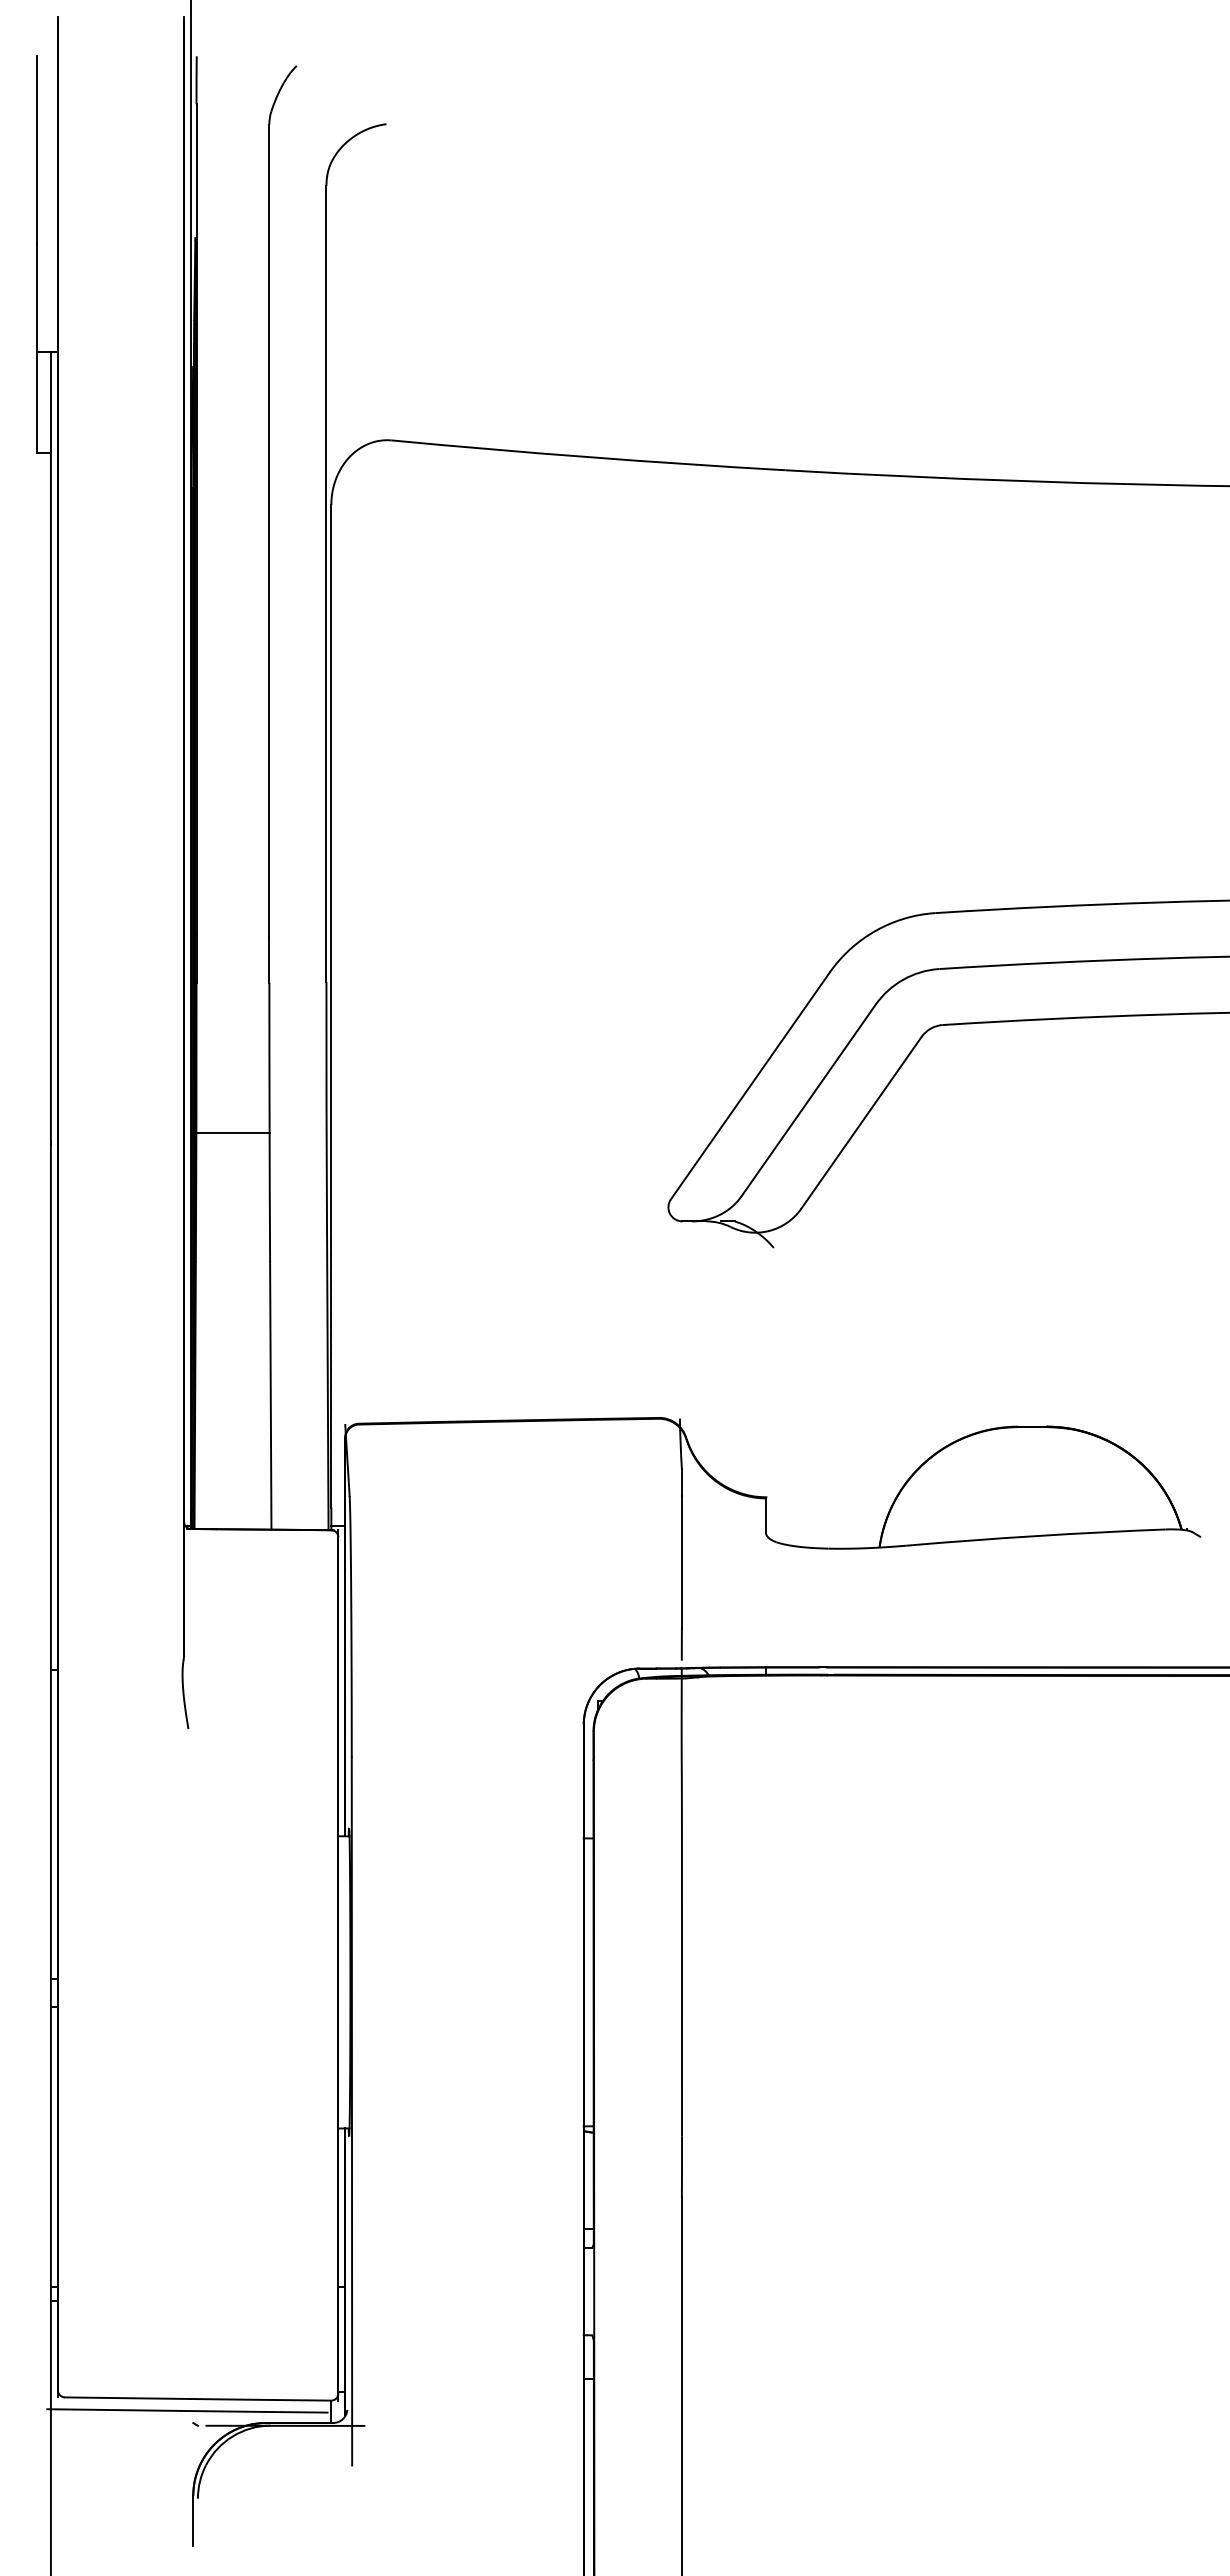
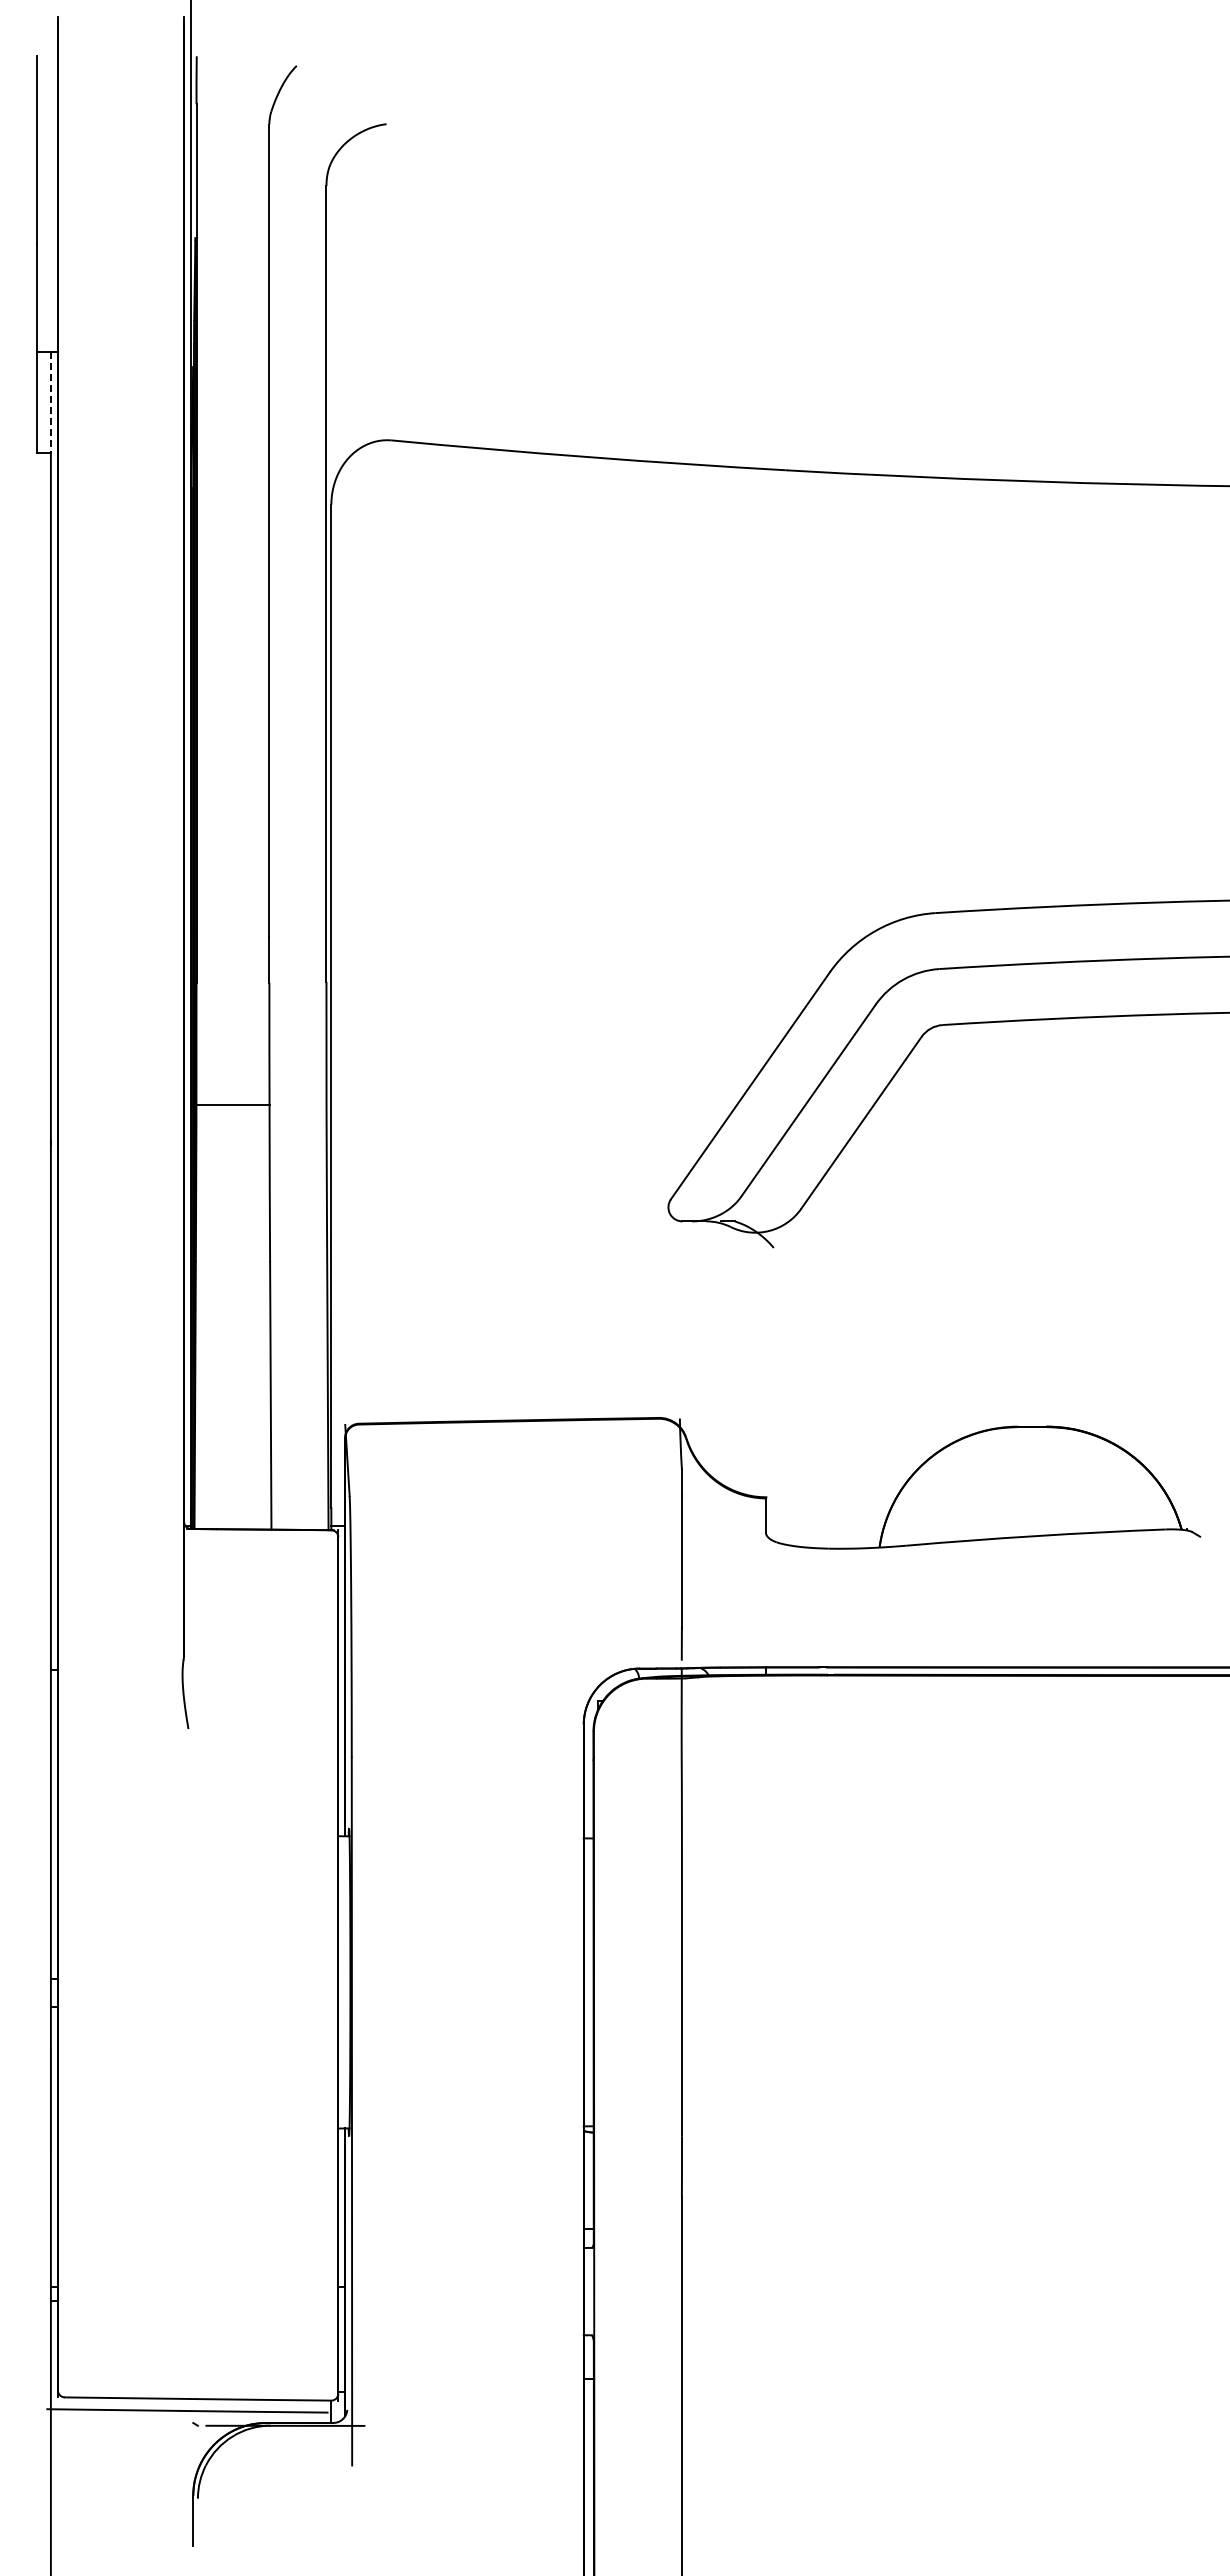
line at (50, 403): solid -> dashed
line at (232, 1133) position: (232, 1133) -> (232, 1105)
